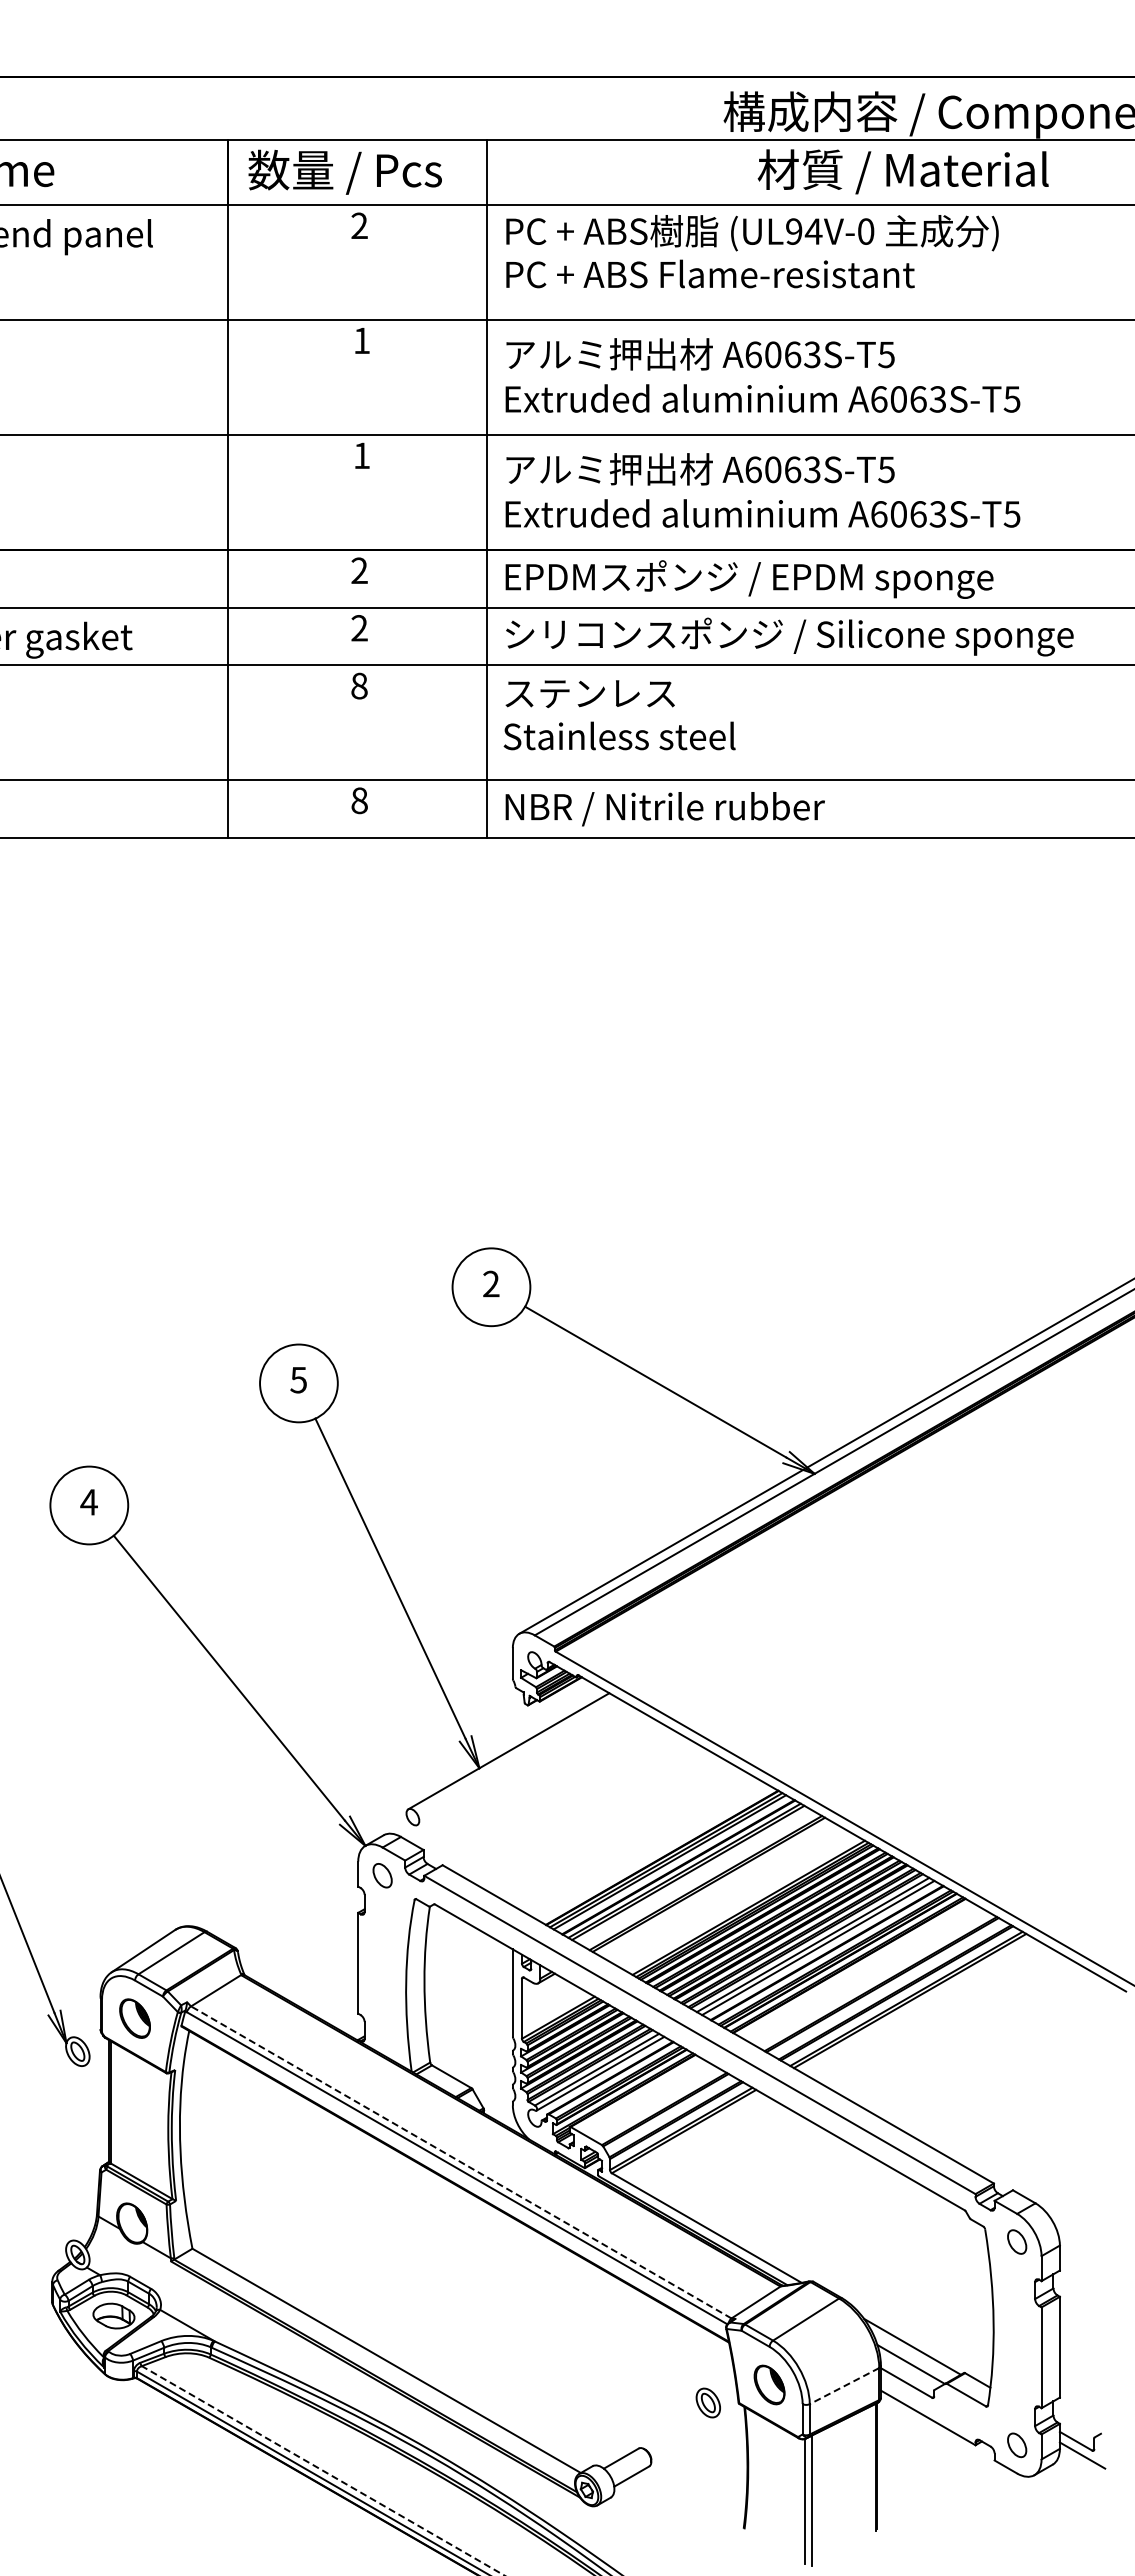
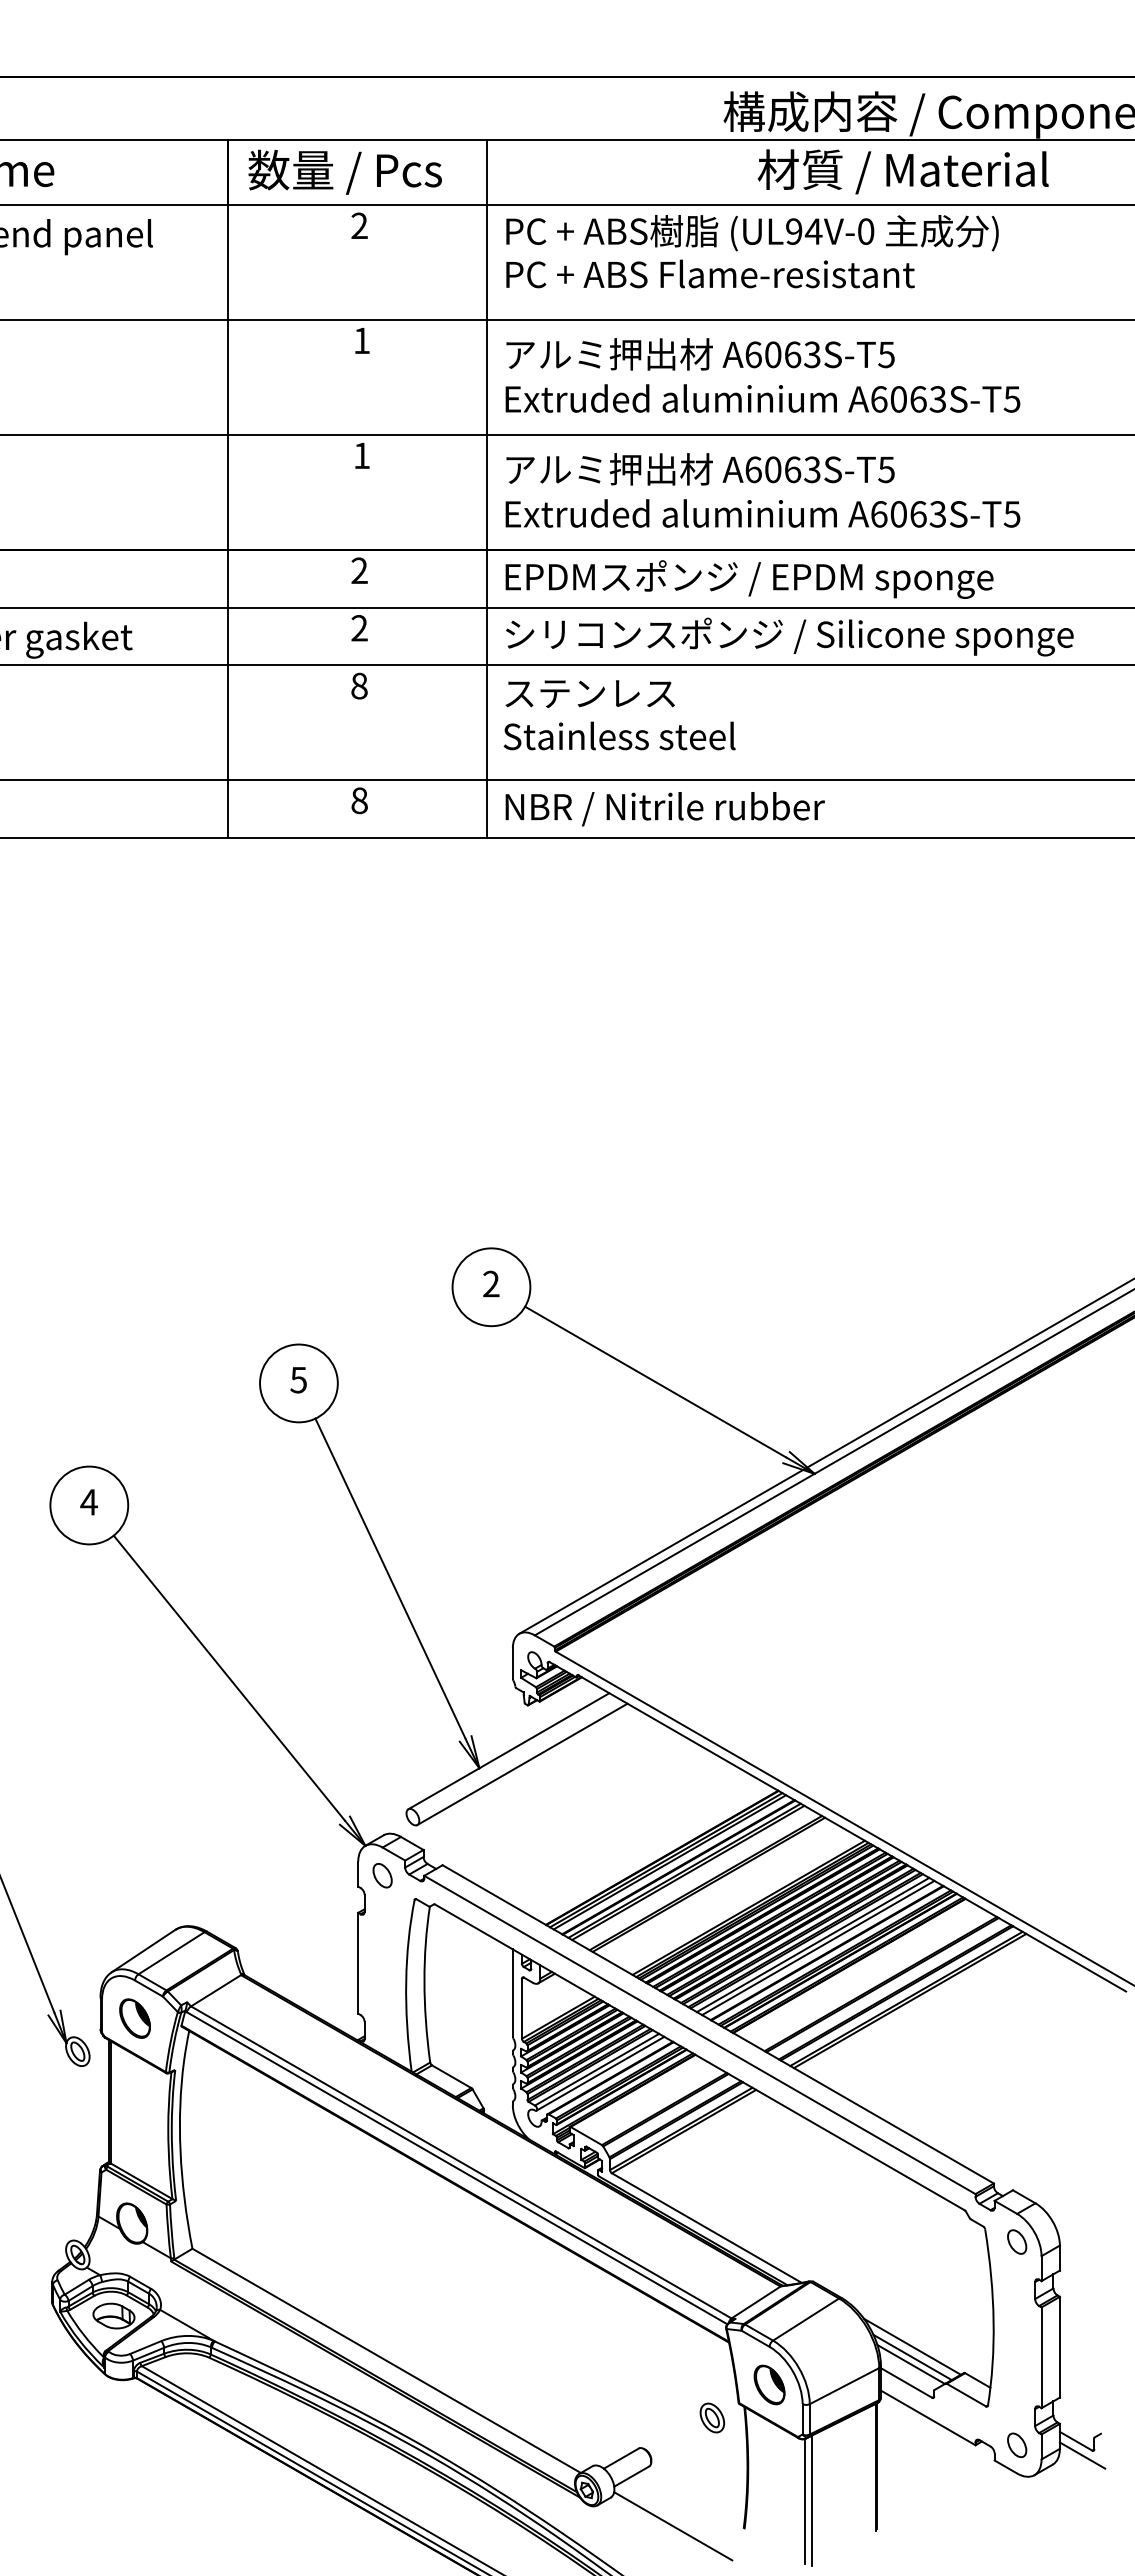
line at (522, 1764): none -> present
line at (460, 2162): dashed -> solid
line at (912, 2357): none -> present
line at (844, 2386): dashed -> solid
part at (707, 2402) position: (707, 2402) -> (711, 2417)
line at (323, 2471): dashed -> solid
line at (673, 2526): none -> present
